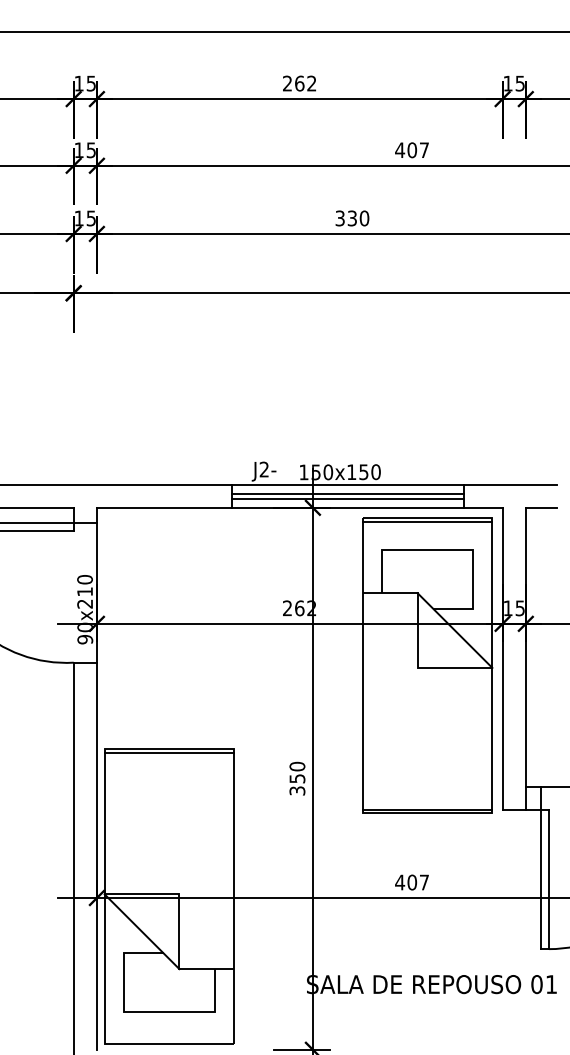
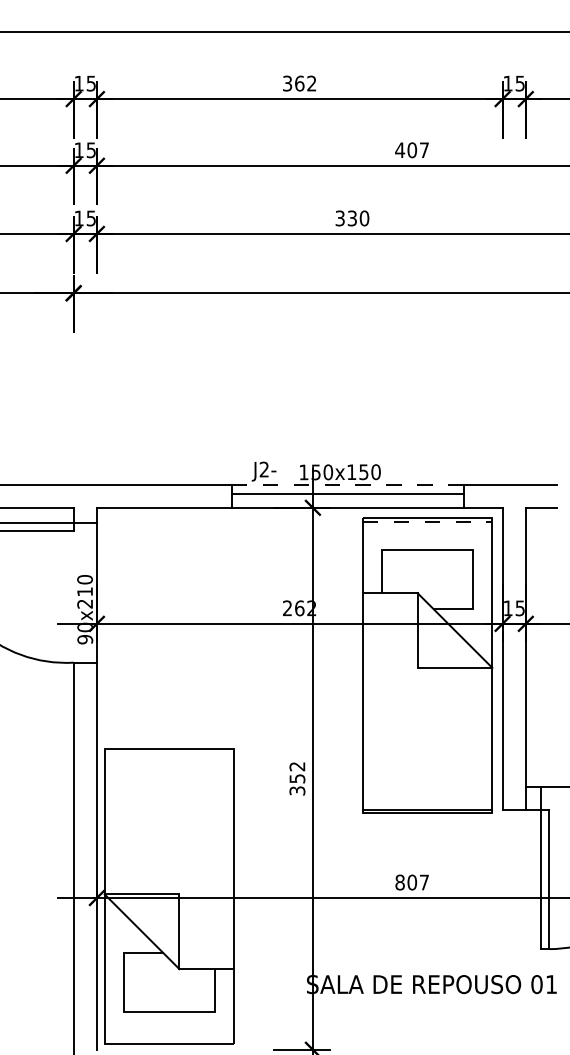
text at (287, 83): 262 -> 362
line at (347, 484): solid -> dashed
line at (347, 498): present -> none
line at (427, 522): solid -> dashed
line at (169, 752): present -> none
text at (297, 766): 350 -> 352
text at (400, 882): 407 -> 807
